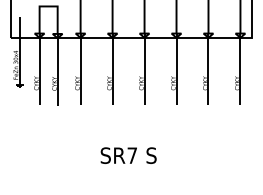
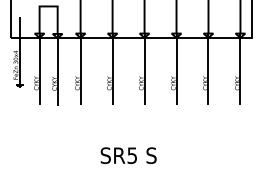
text at (131, 155): SR7 -> SR5
